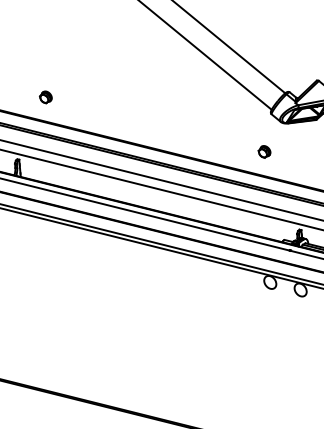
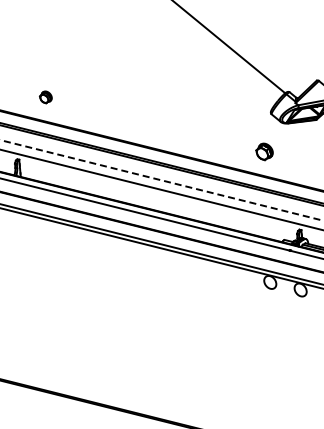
line at (206, 55): present -> none
part at (264, 151) size: 15x14 px -> 19x20 px
line at (162, 180): solid -> dashed
